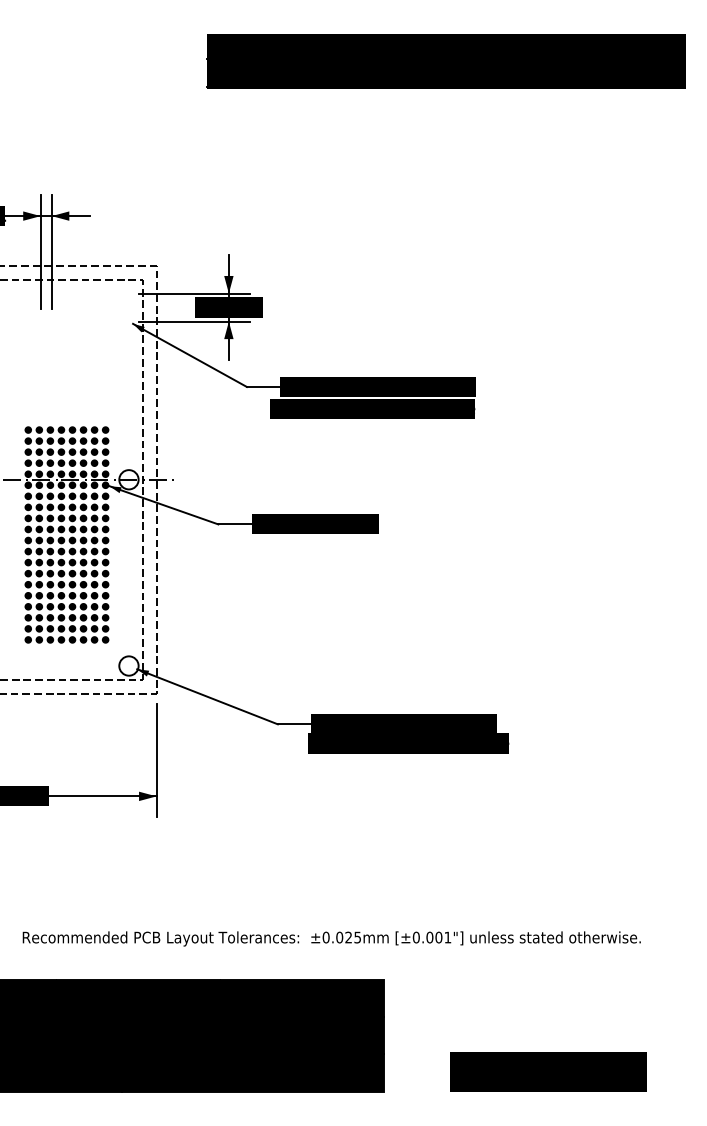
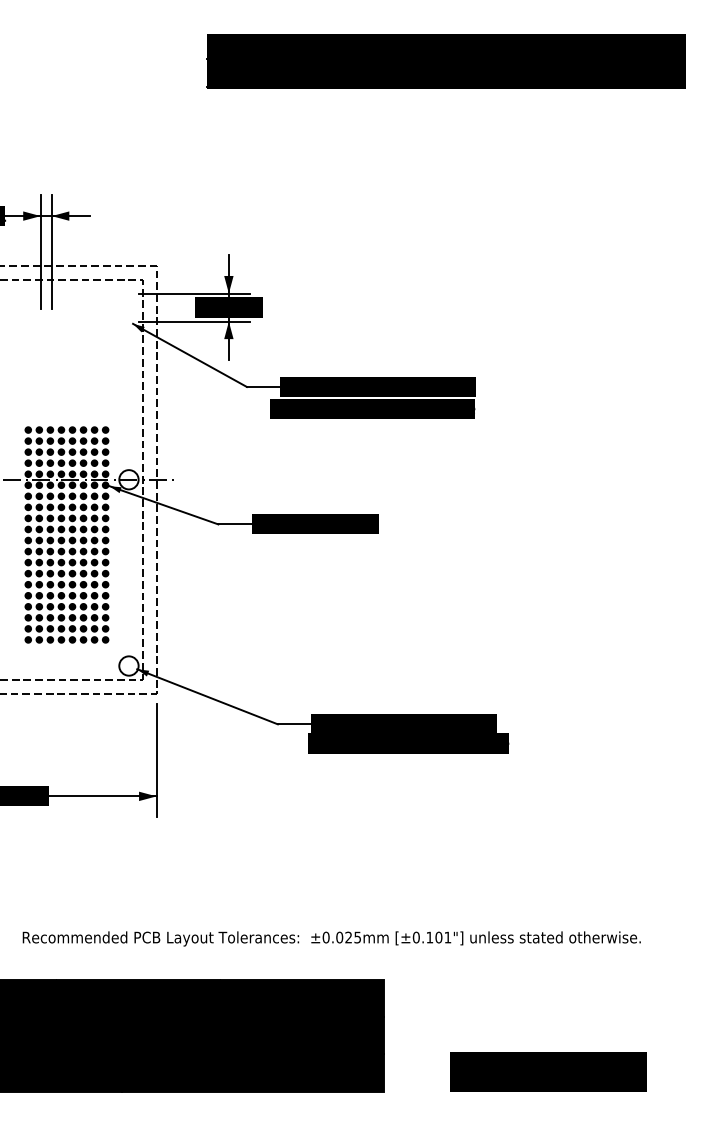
text at (429, 937): [±0.001"] -> [±0.101"]
